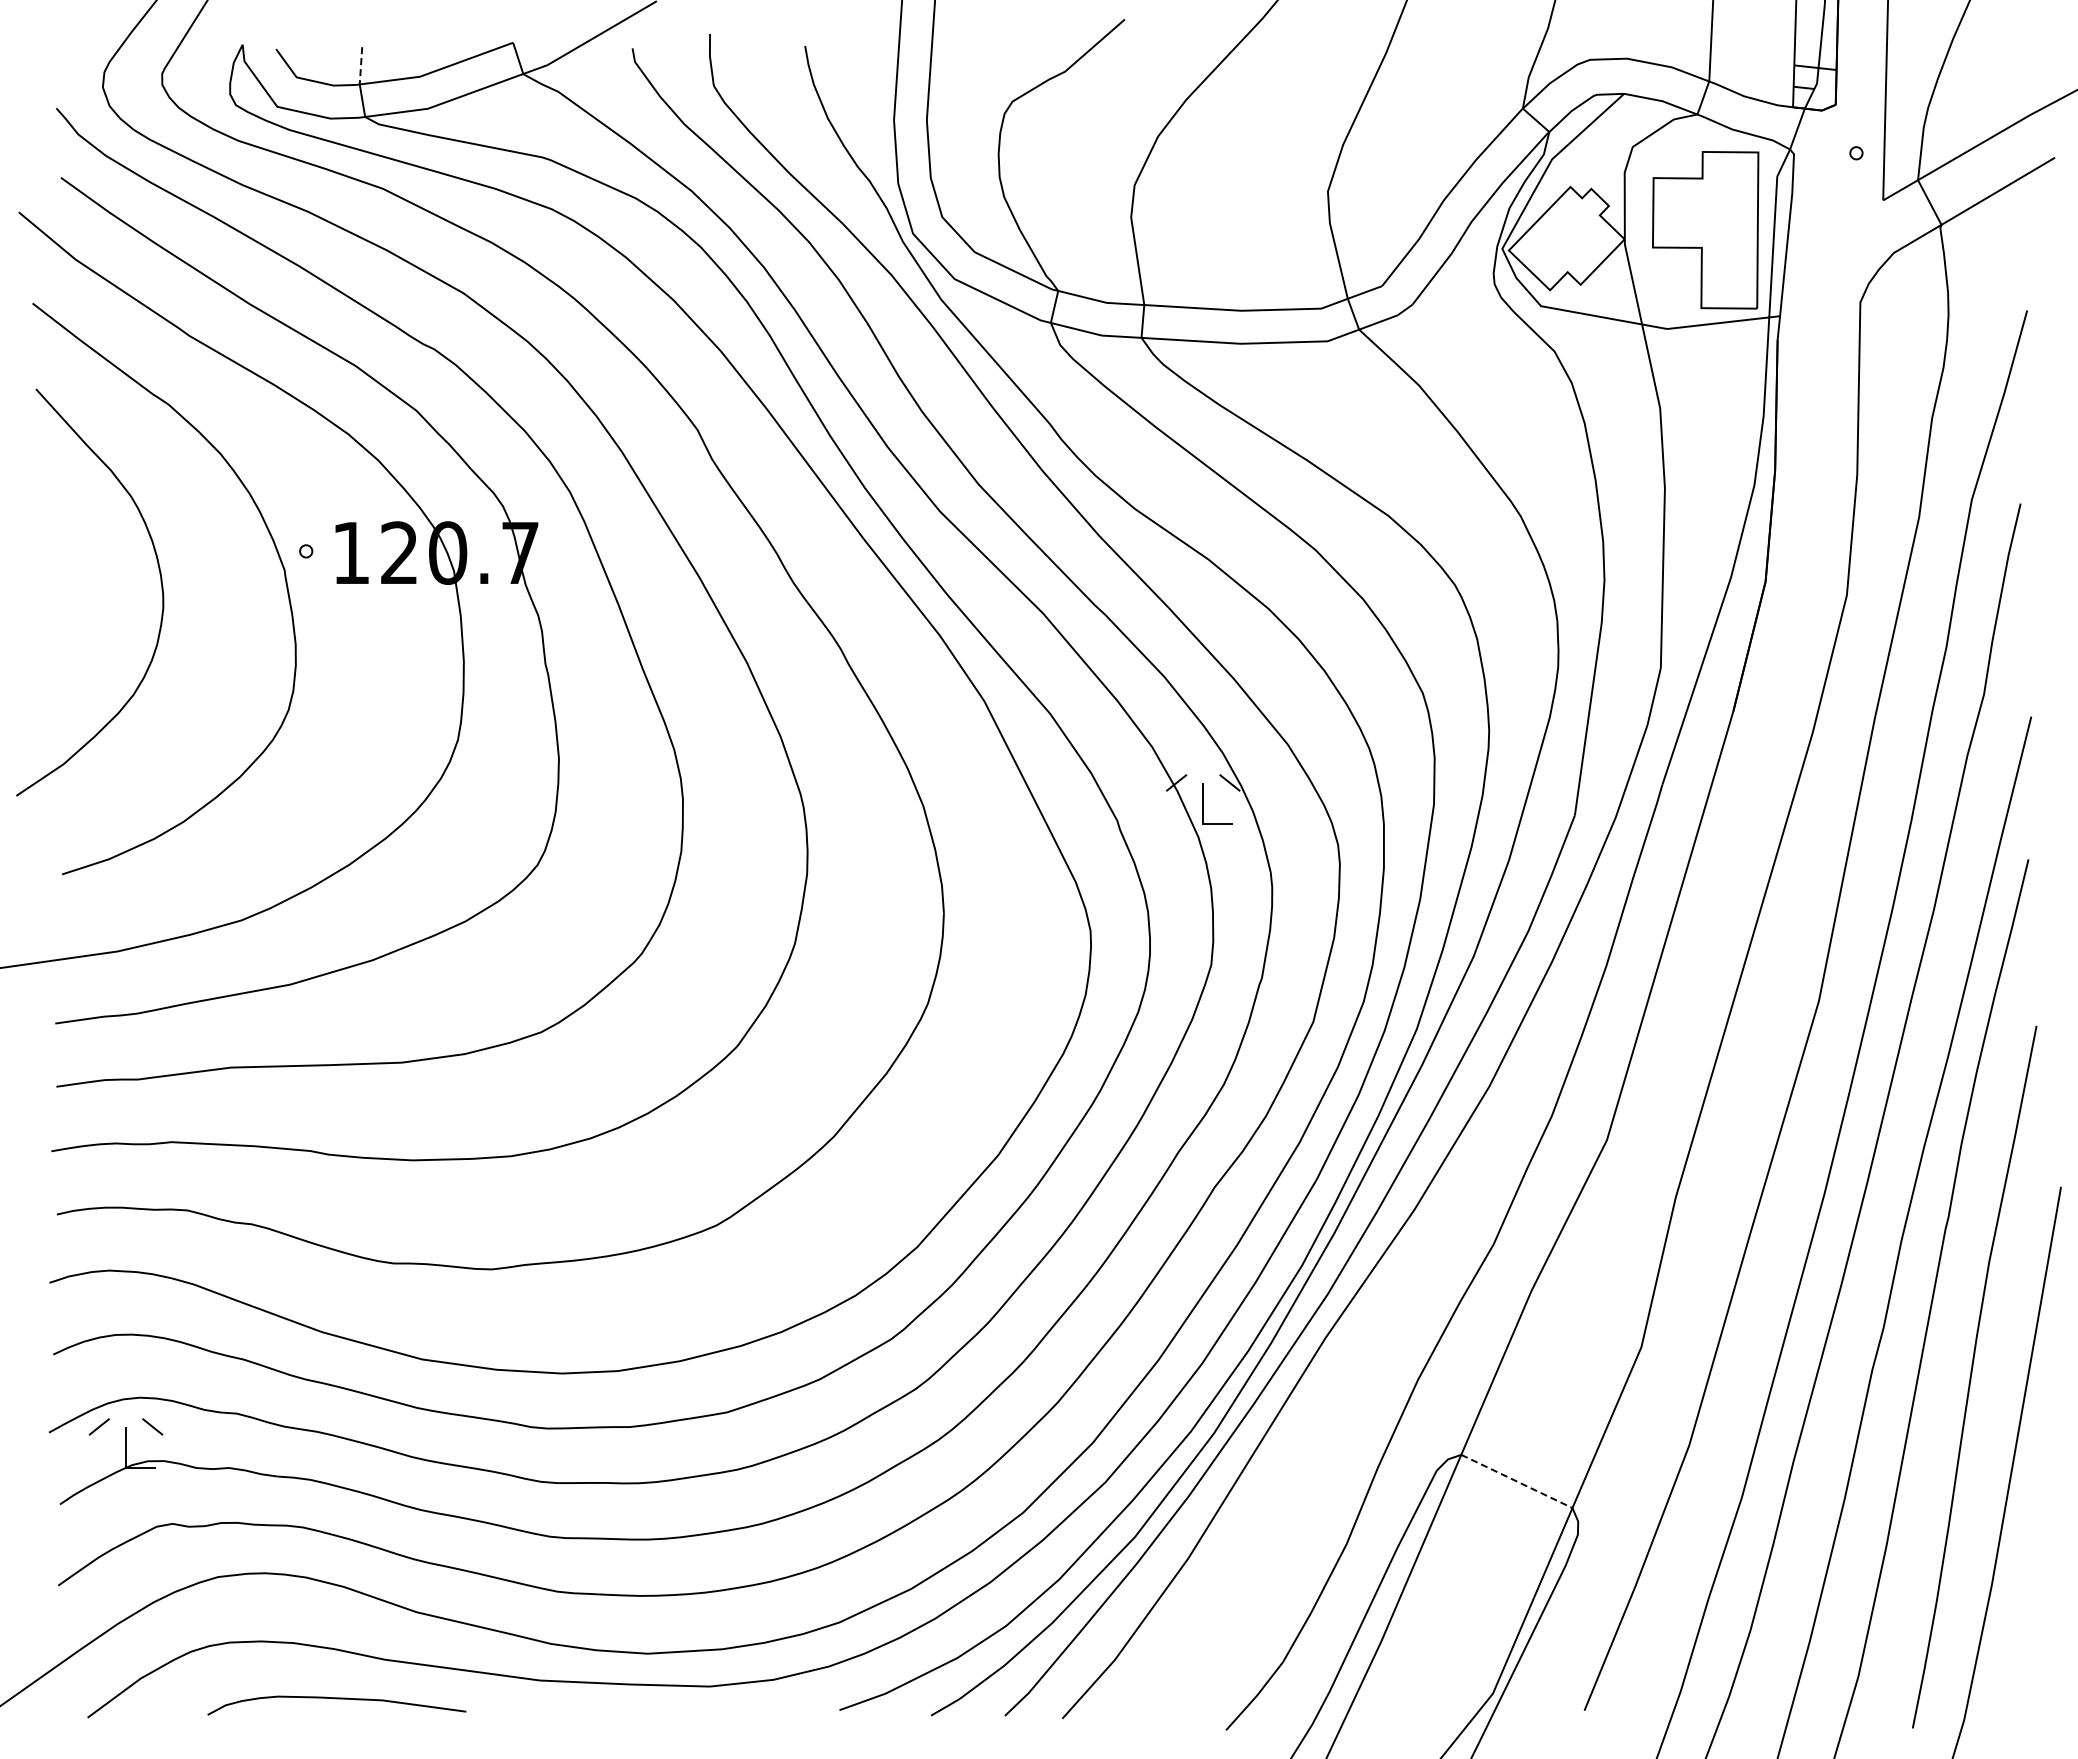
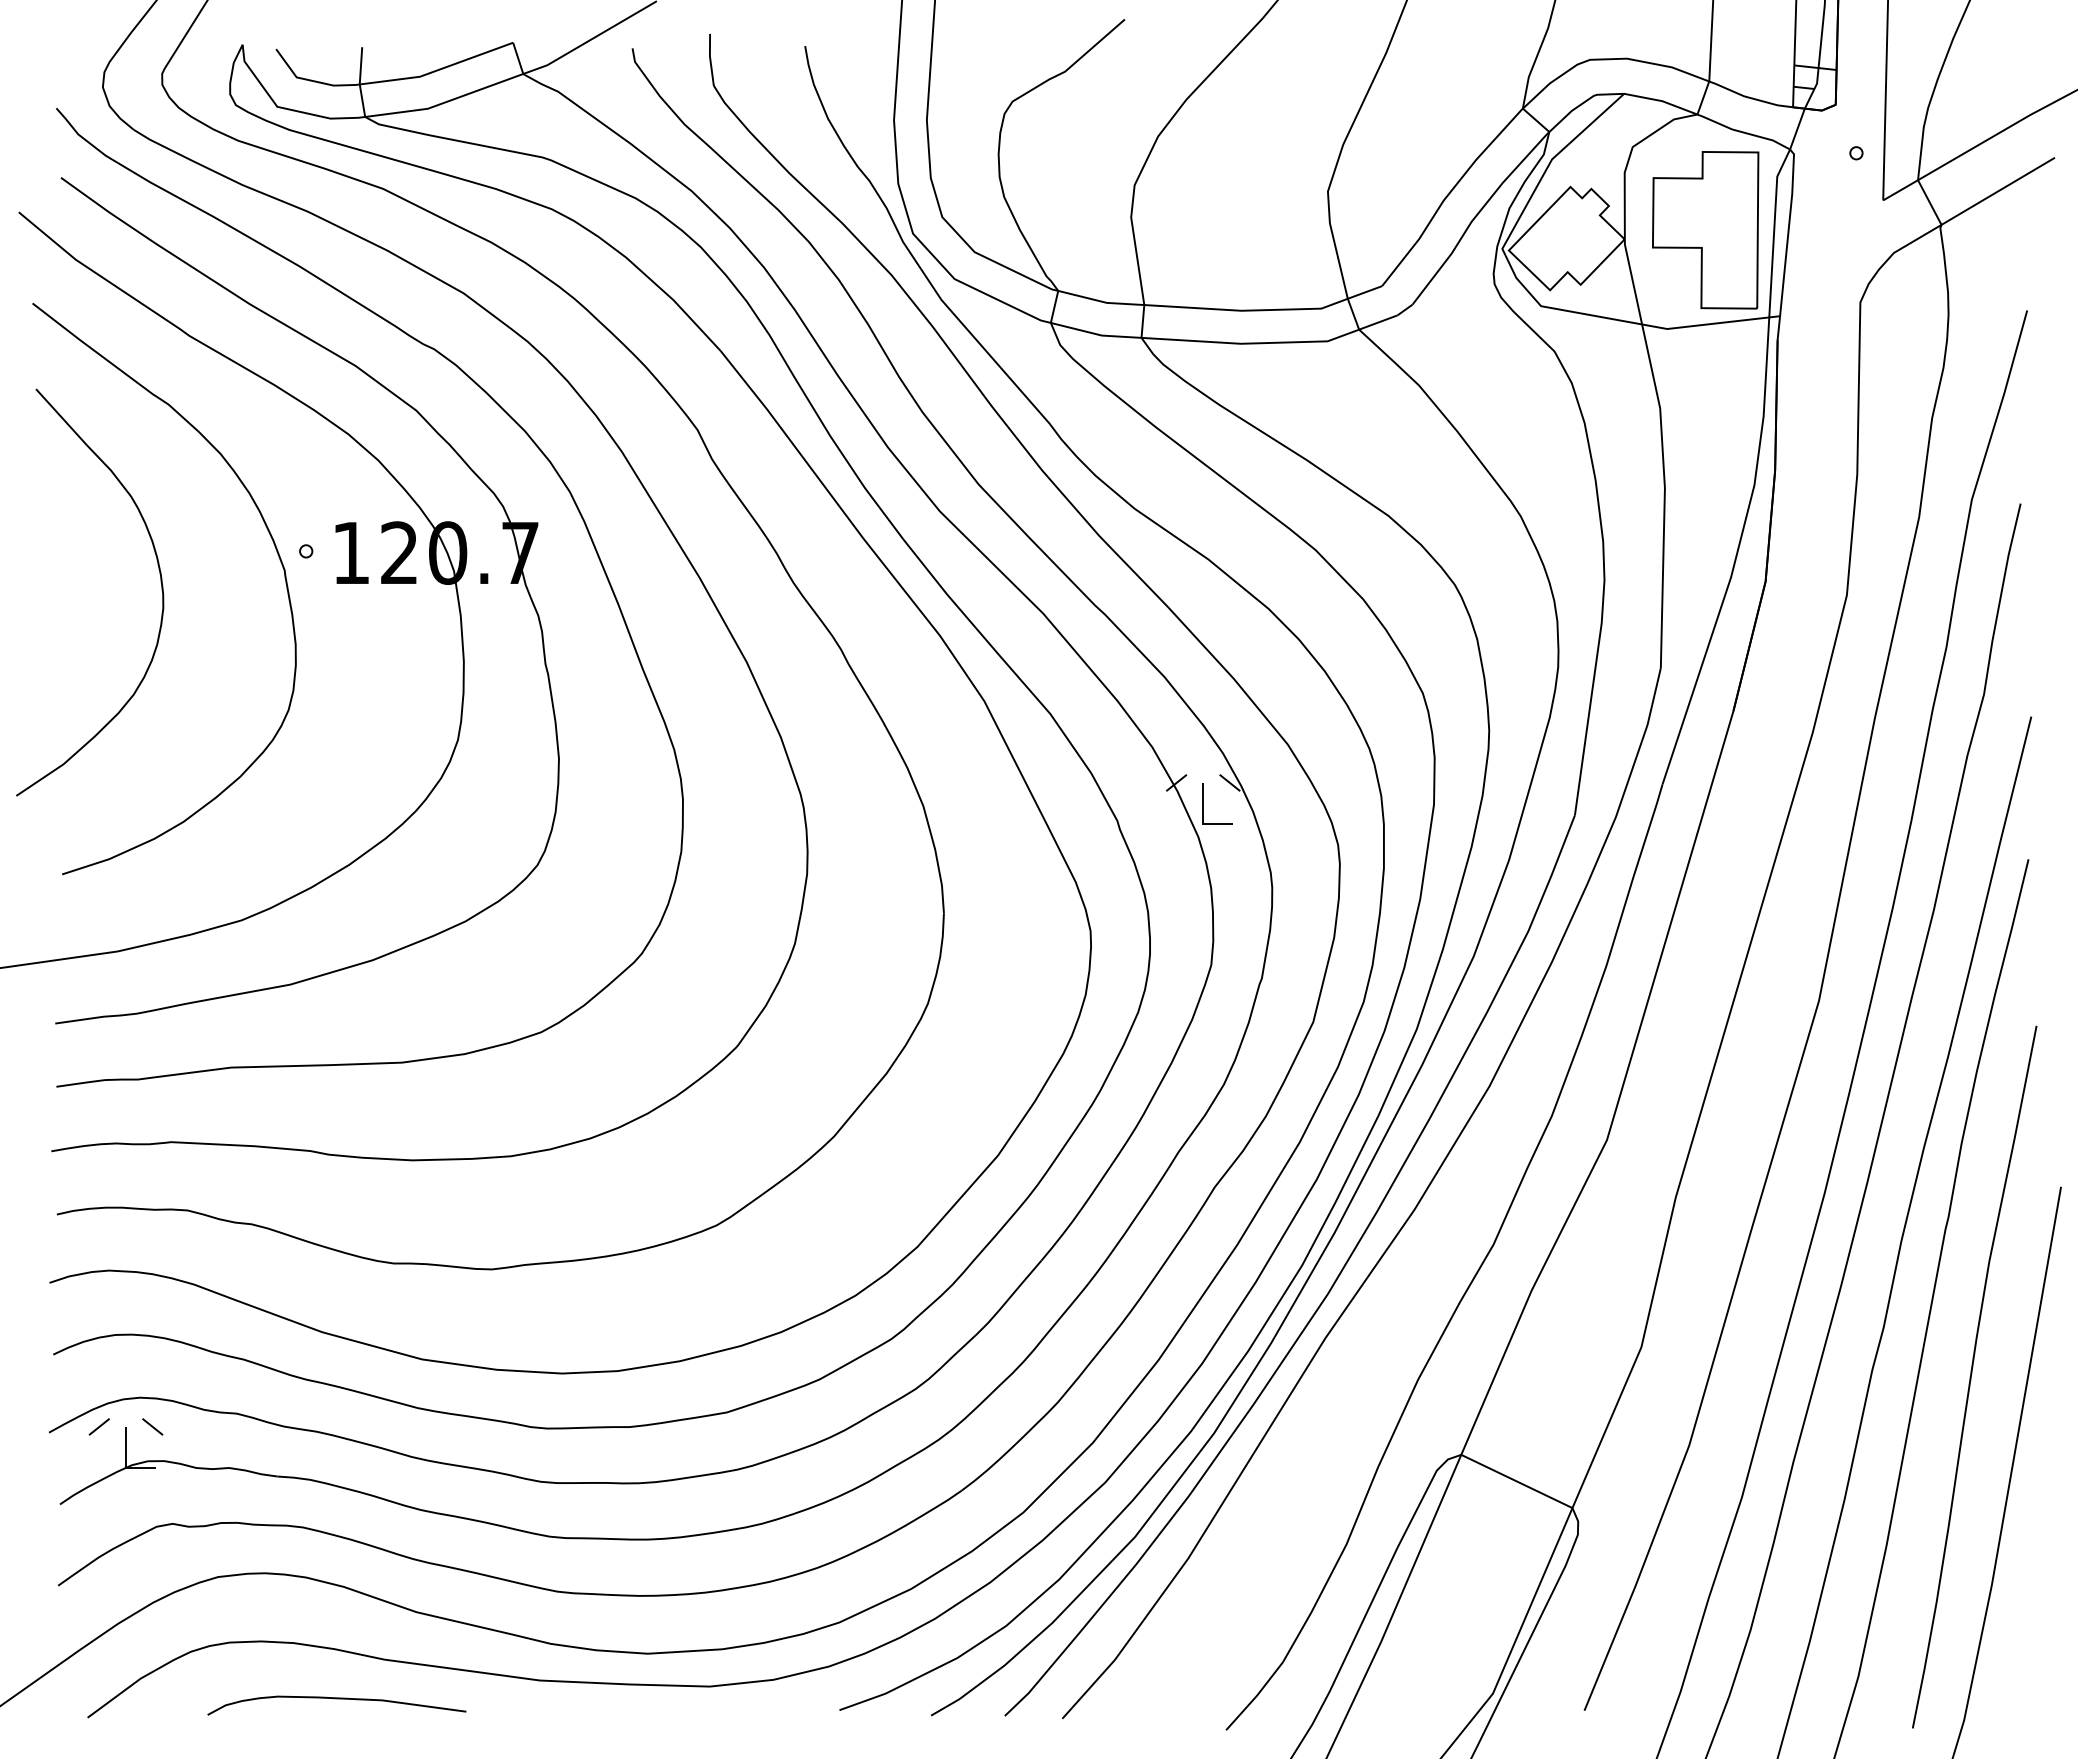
line at (361, 65): dashed -> solid
line at (1516, 1481): dashed -> solid
